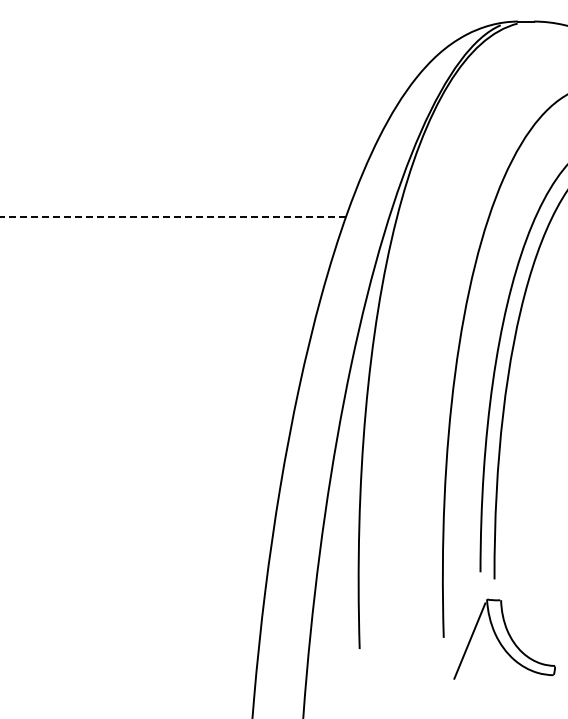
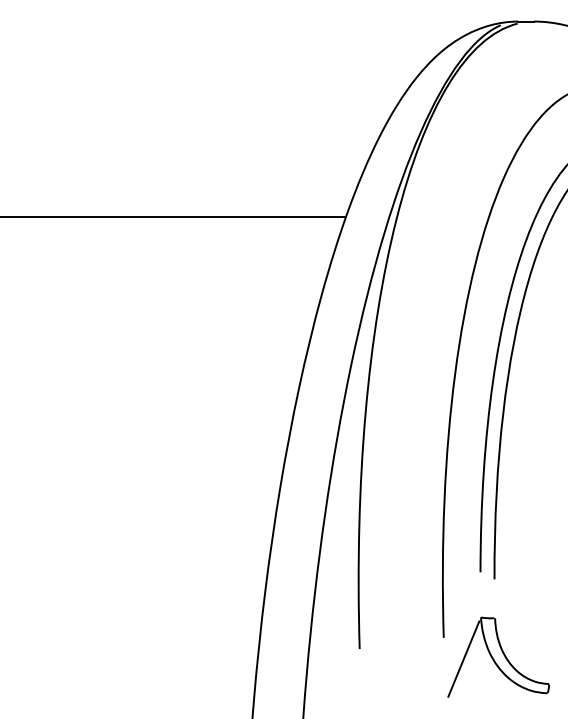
line at (173, 216): dashed -> solid
part at (504, 638) position: (504, 638) -> (498, 656)
